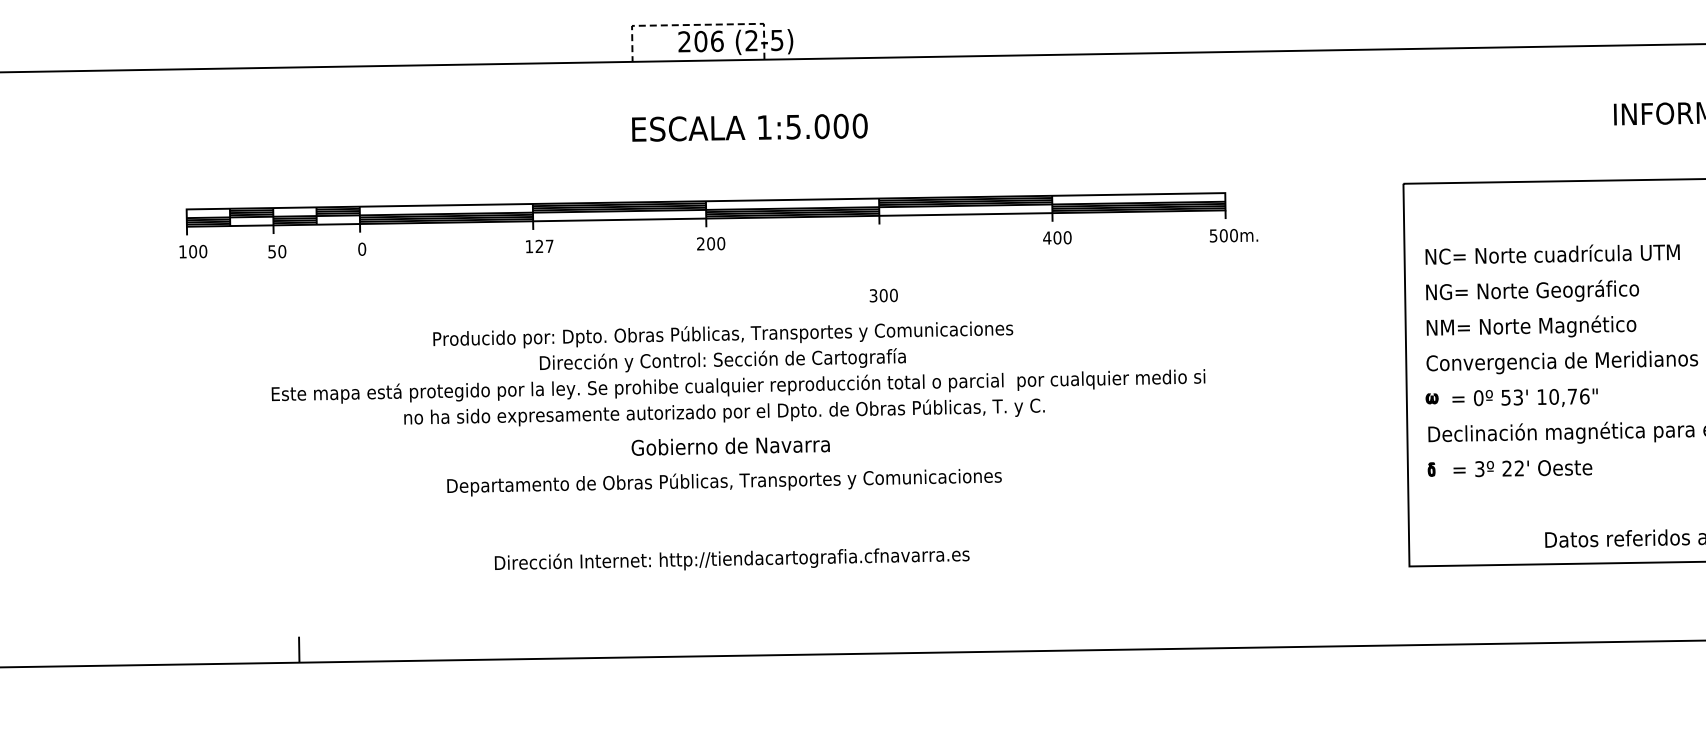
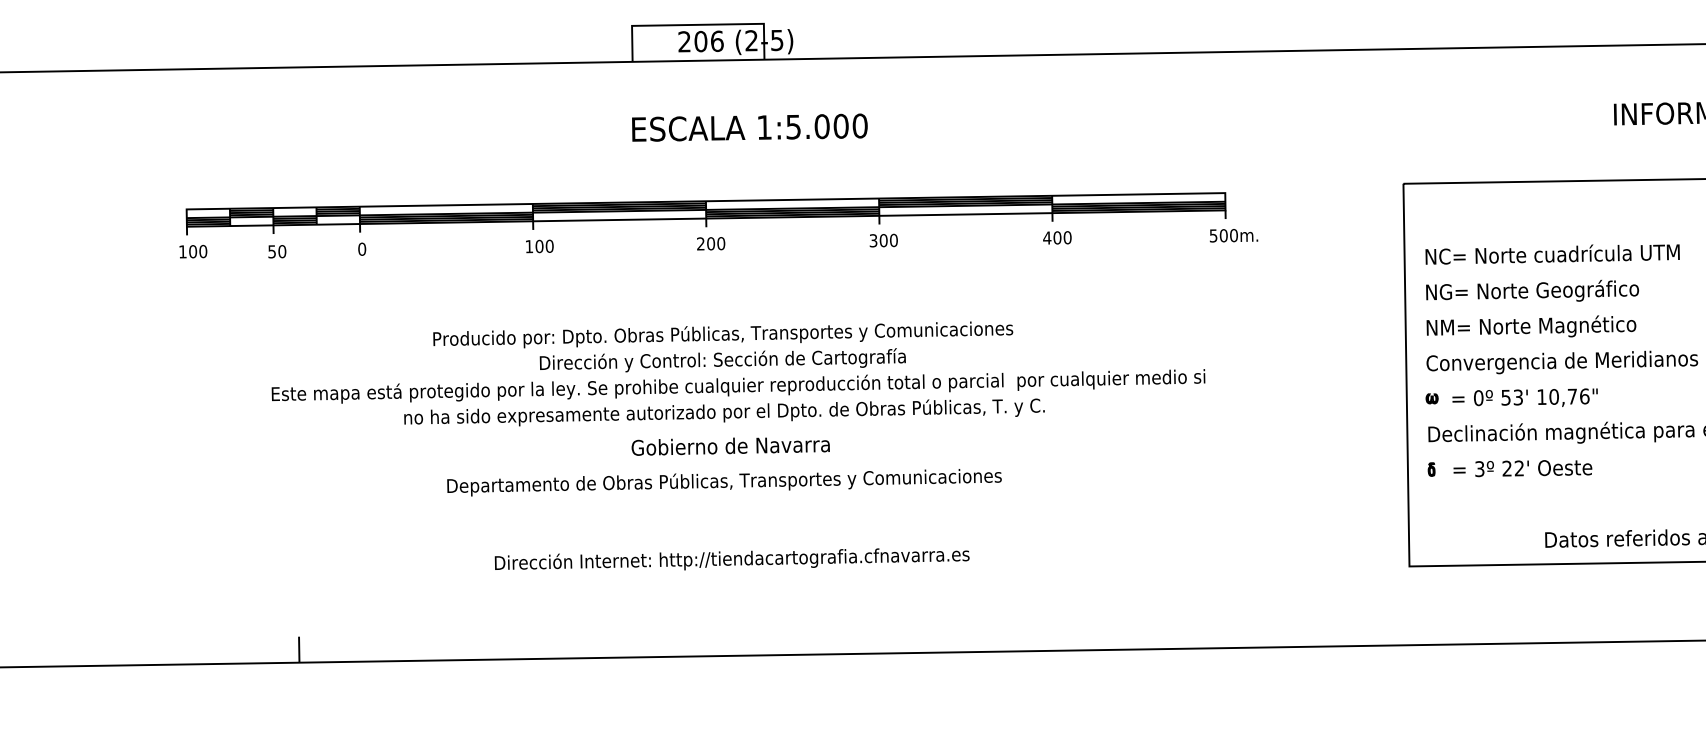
line at (697, 24): dashed -> solid
text at (544, 246): 127 -> 100
text at (883, 295) position: (883, 295) -> (883, 240)
